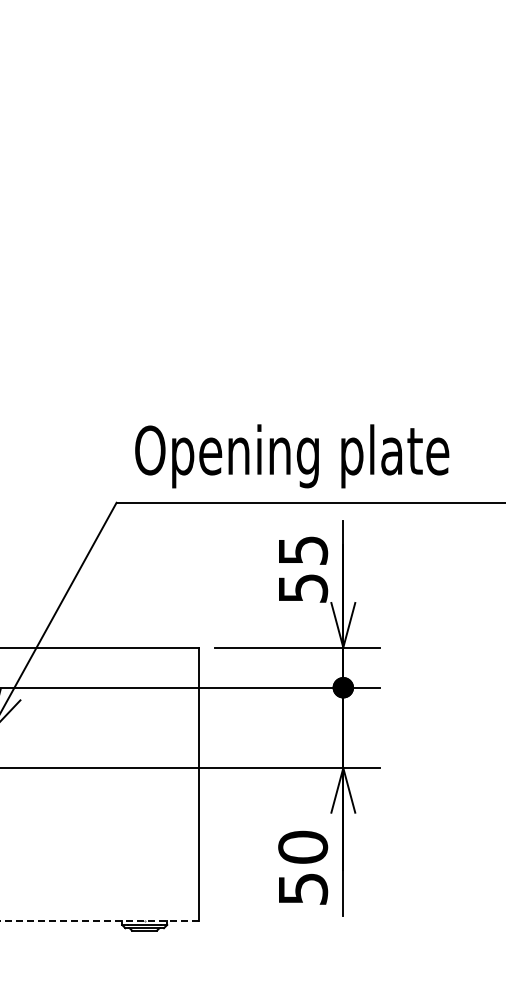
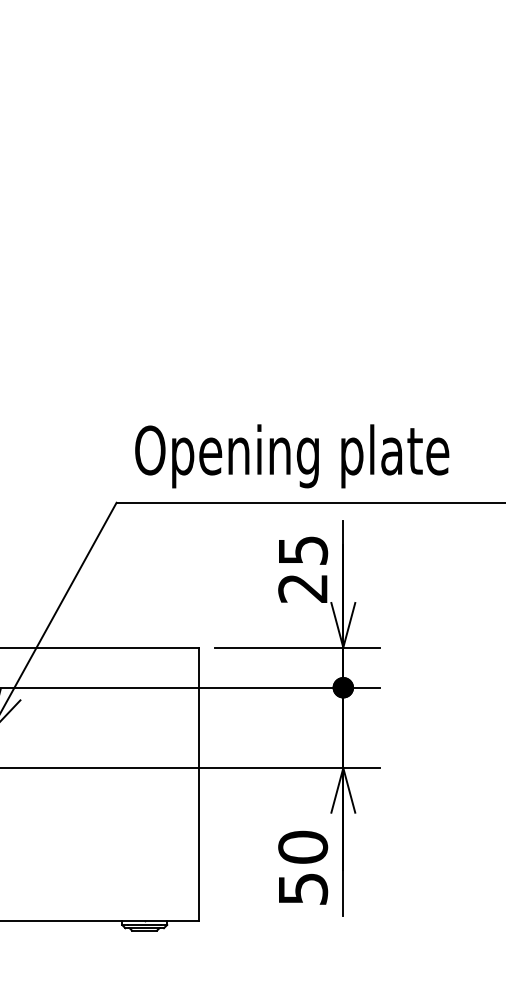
text at (303, 588): 55 -> 25
line at (99, 920): dashed -> solid
